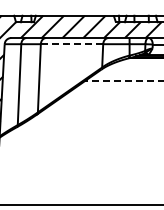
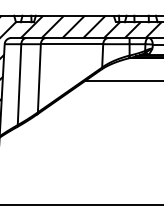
line at (72, 44): dashed -> solid
line at (123, 81): dashed -> solid
